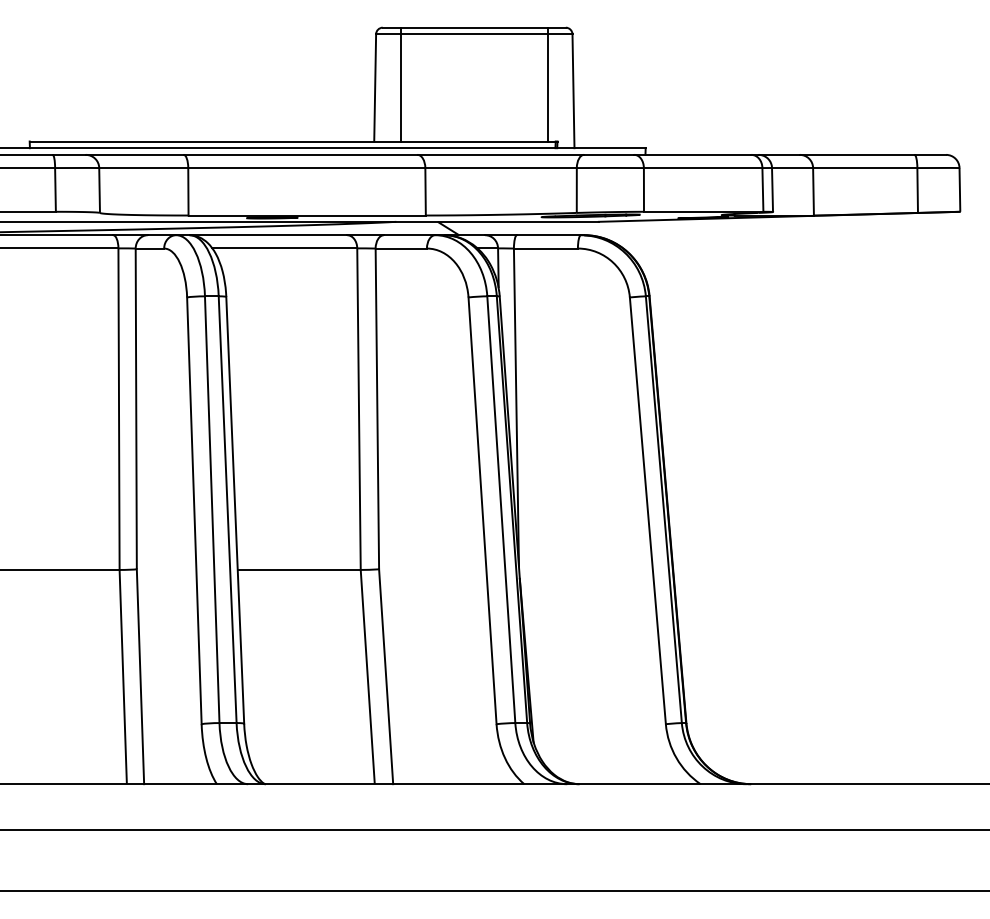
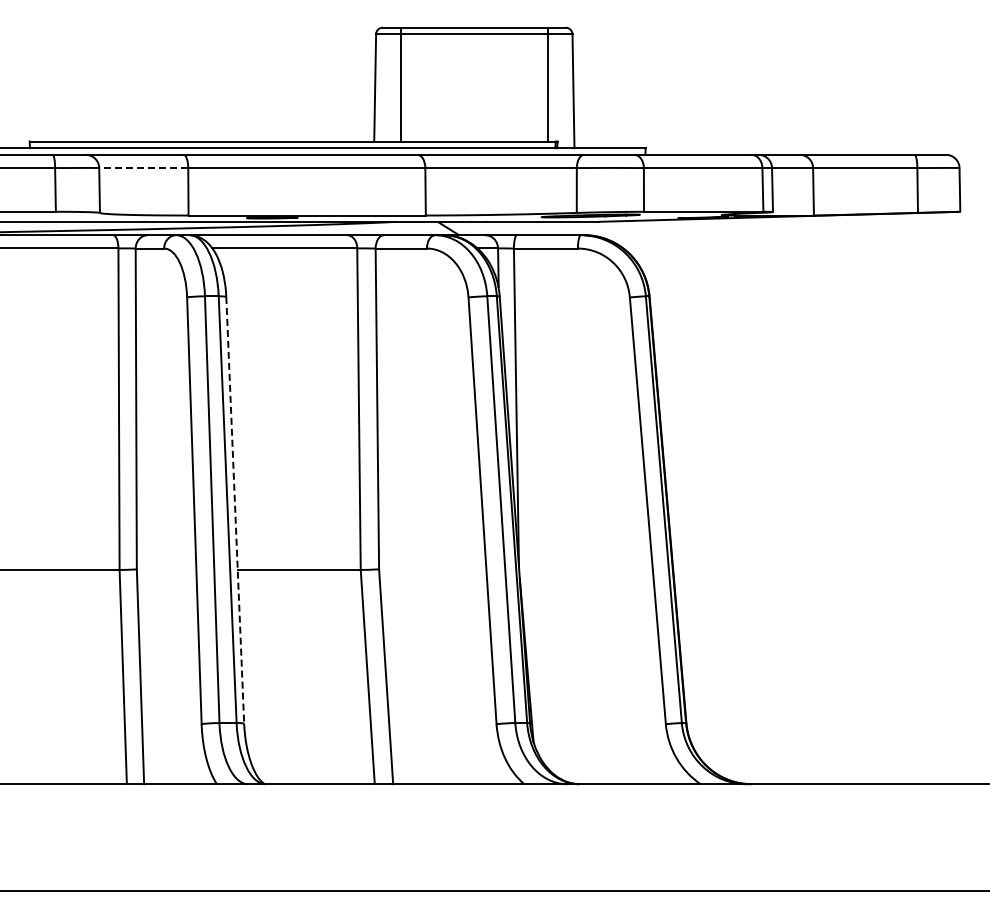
line at (143, 168): solid -> dashed
line at (235, 510): solid -> dashed
line at (494, 830): present -> none
